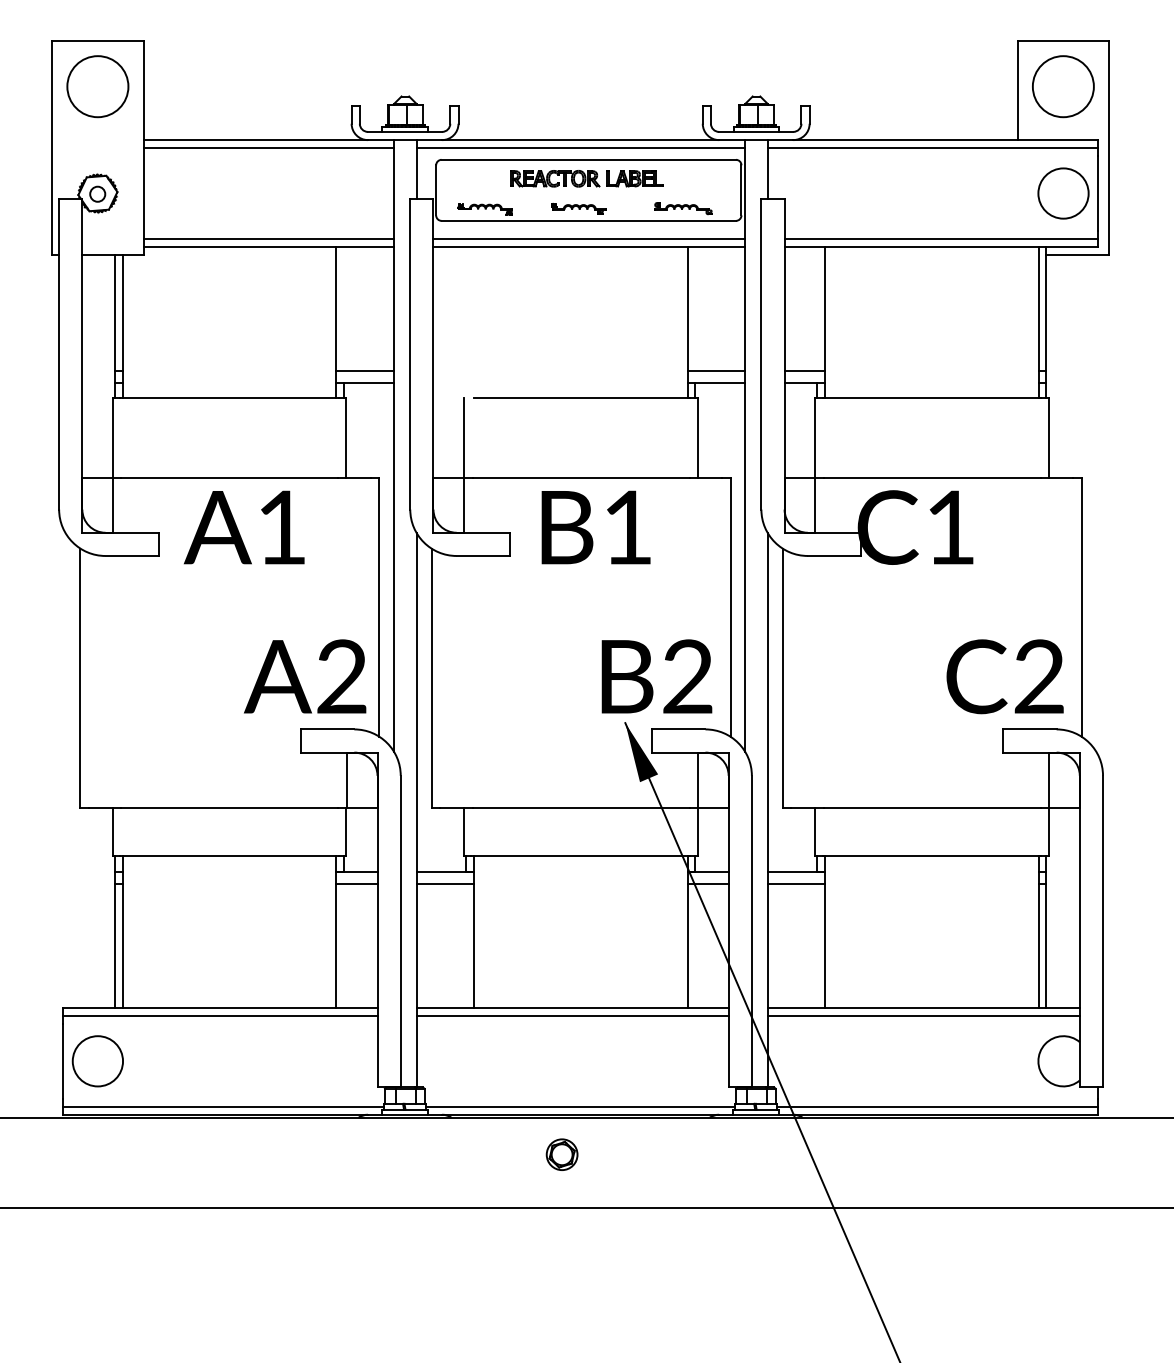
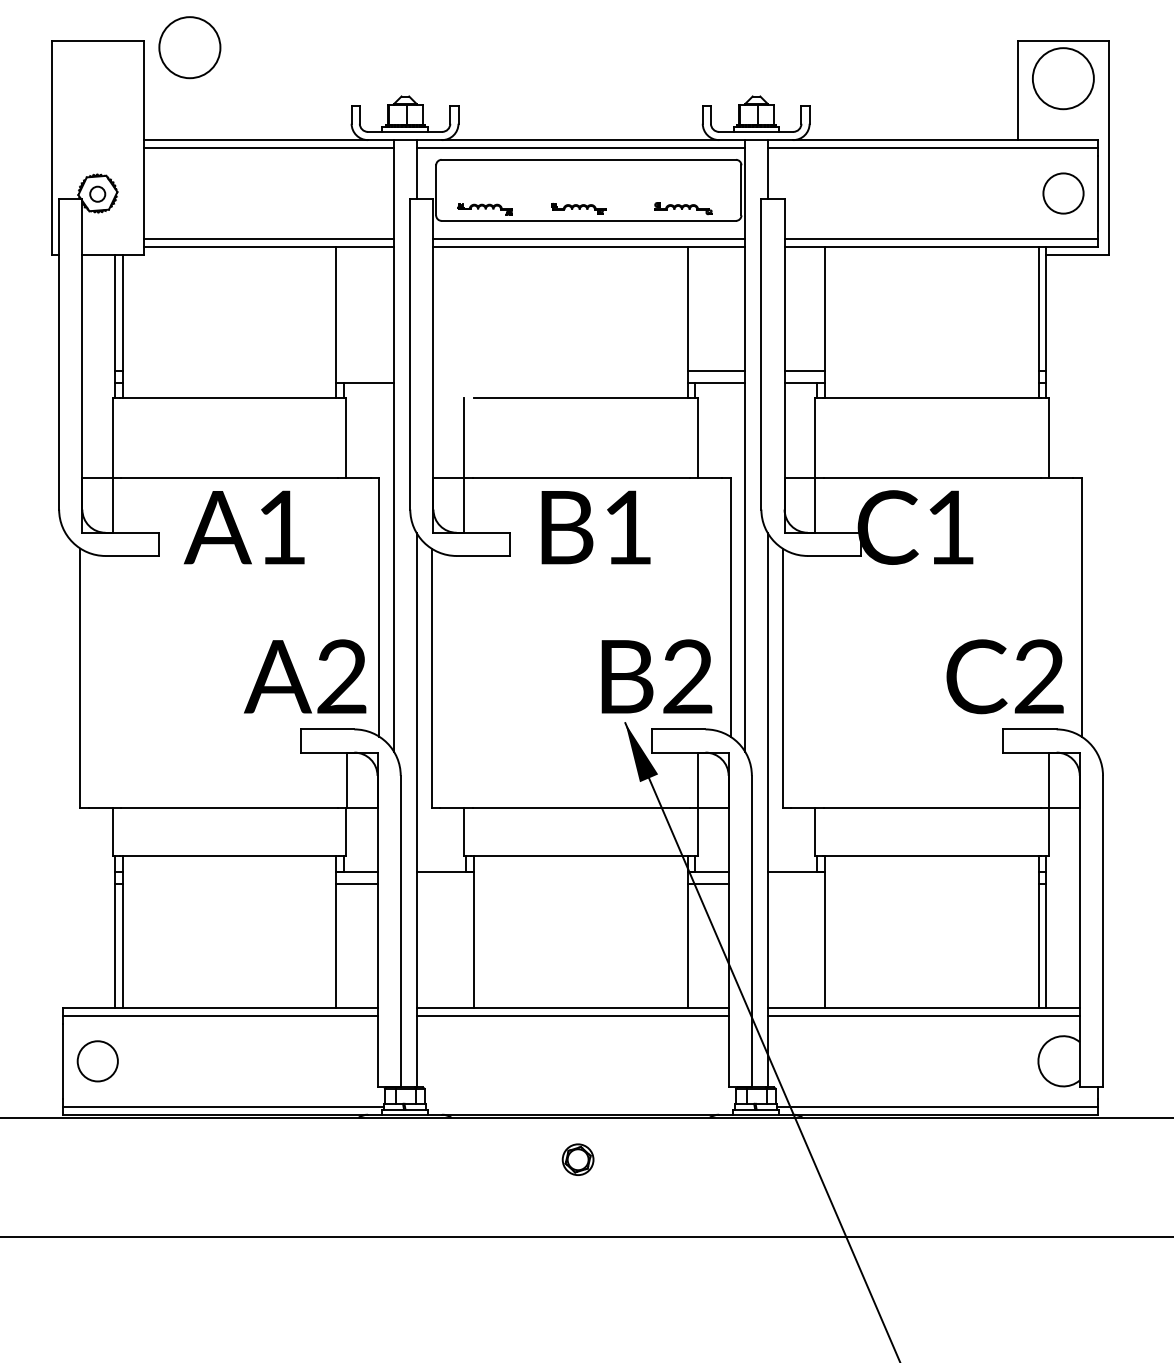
circle at (97, 86) position: (97, 86) -> (189, 47)
circle at (1063, 86) position: (1063, 86) -> (1063, 78)
part at (586, 178): present -> none
circle at (1063, 193) size: 53x53 px -> 43x43 px
line at (364, 370): present -> none
line at (444, 883): present -> none
line at (795, 883): present -> none
circle at (97, 1061) size: 53x53 px -> 43x43 px
line at (580, 1106): present -> none
part at (561, 1154) position: (561, 1154) -> (577, 1159)
line at (586, 1208) position: (586, 1208) -> (586, 1237)
